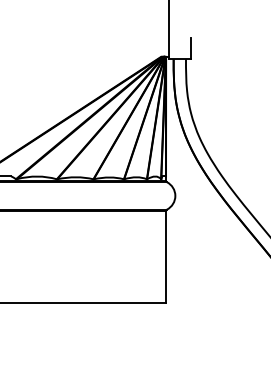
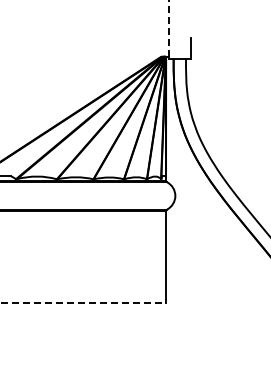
line at (169, 28): solid -> dashed
line at (83, 303): solid -> dashed
